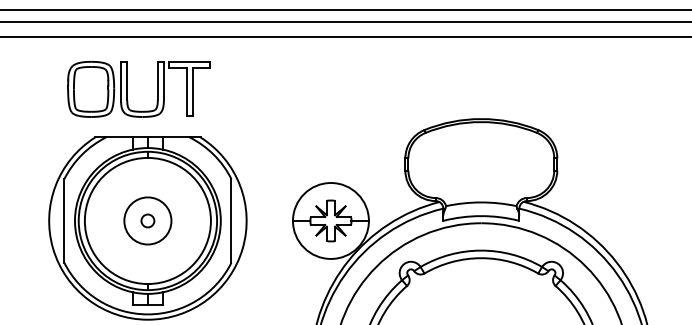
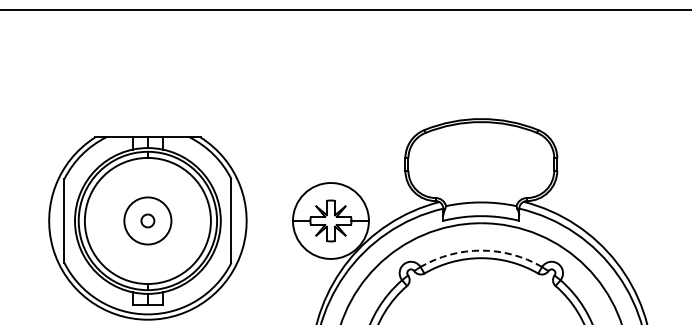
line at (345, 21): present -> none
line at (345, 37): present -> none
part at (127, 89): present -> none
arc at (481, 250): solid -> dashed
